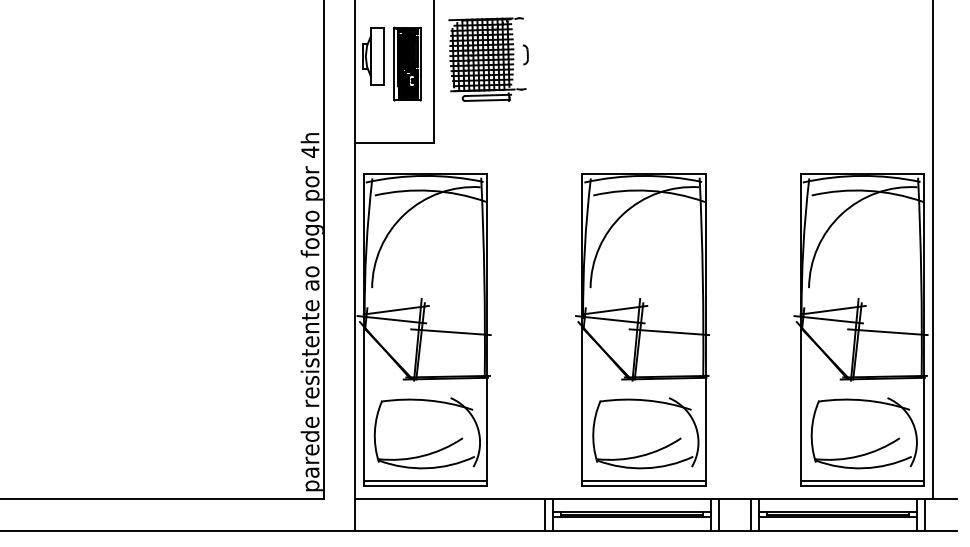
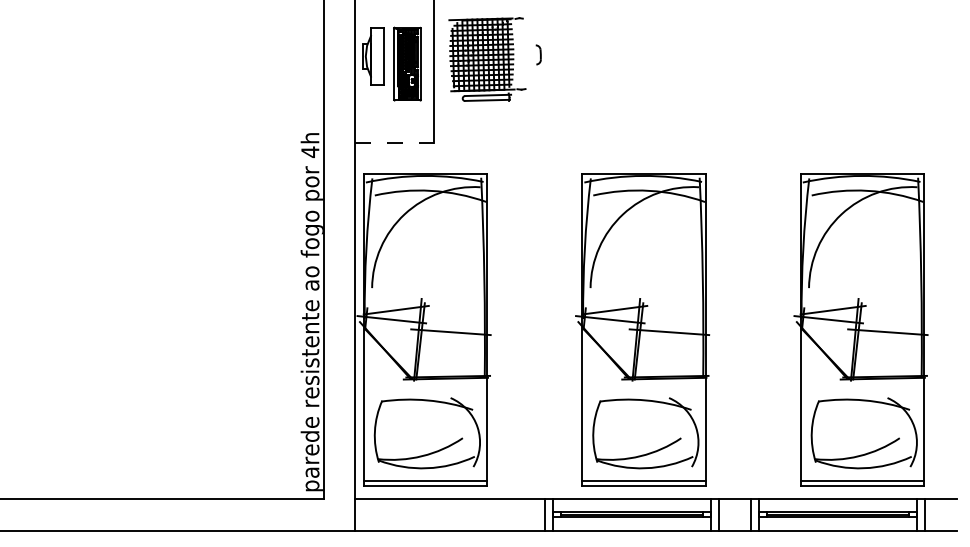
part at (525, 54) position: (525, 54) -> (538, 54)
line at (394, 142): solid -> dashed
line at (932, 250): present -> none
